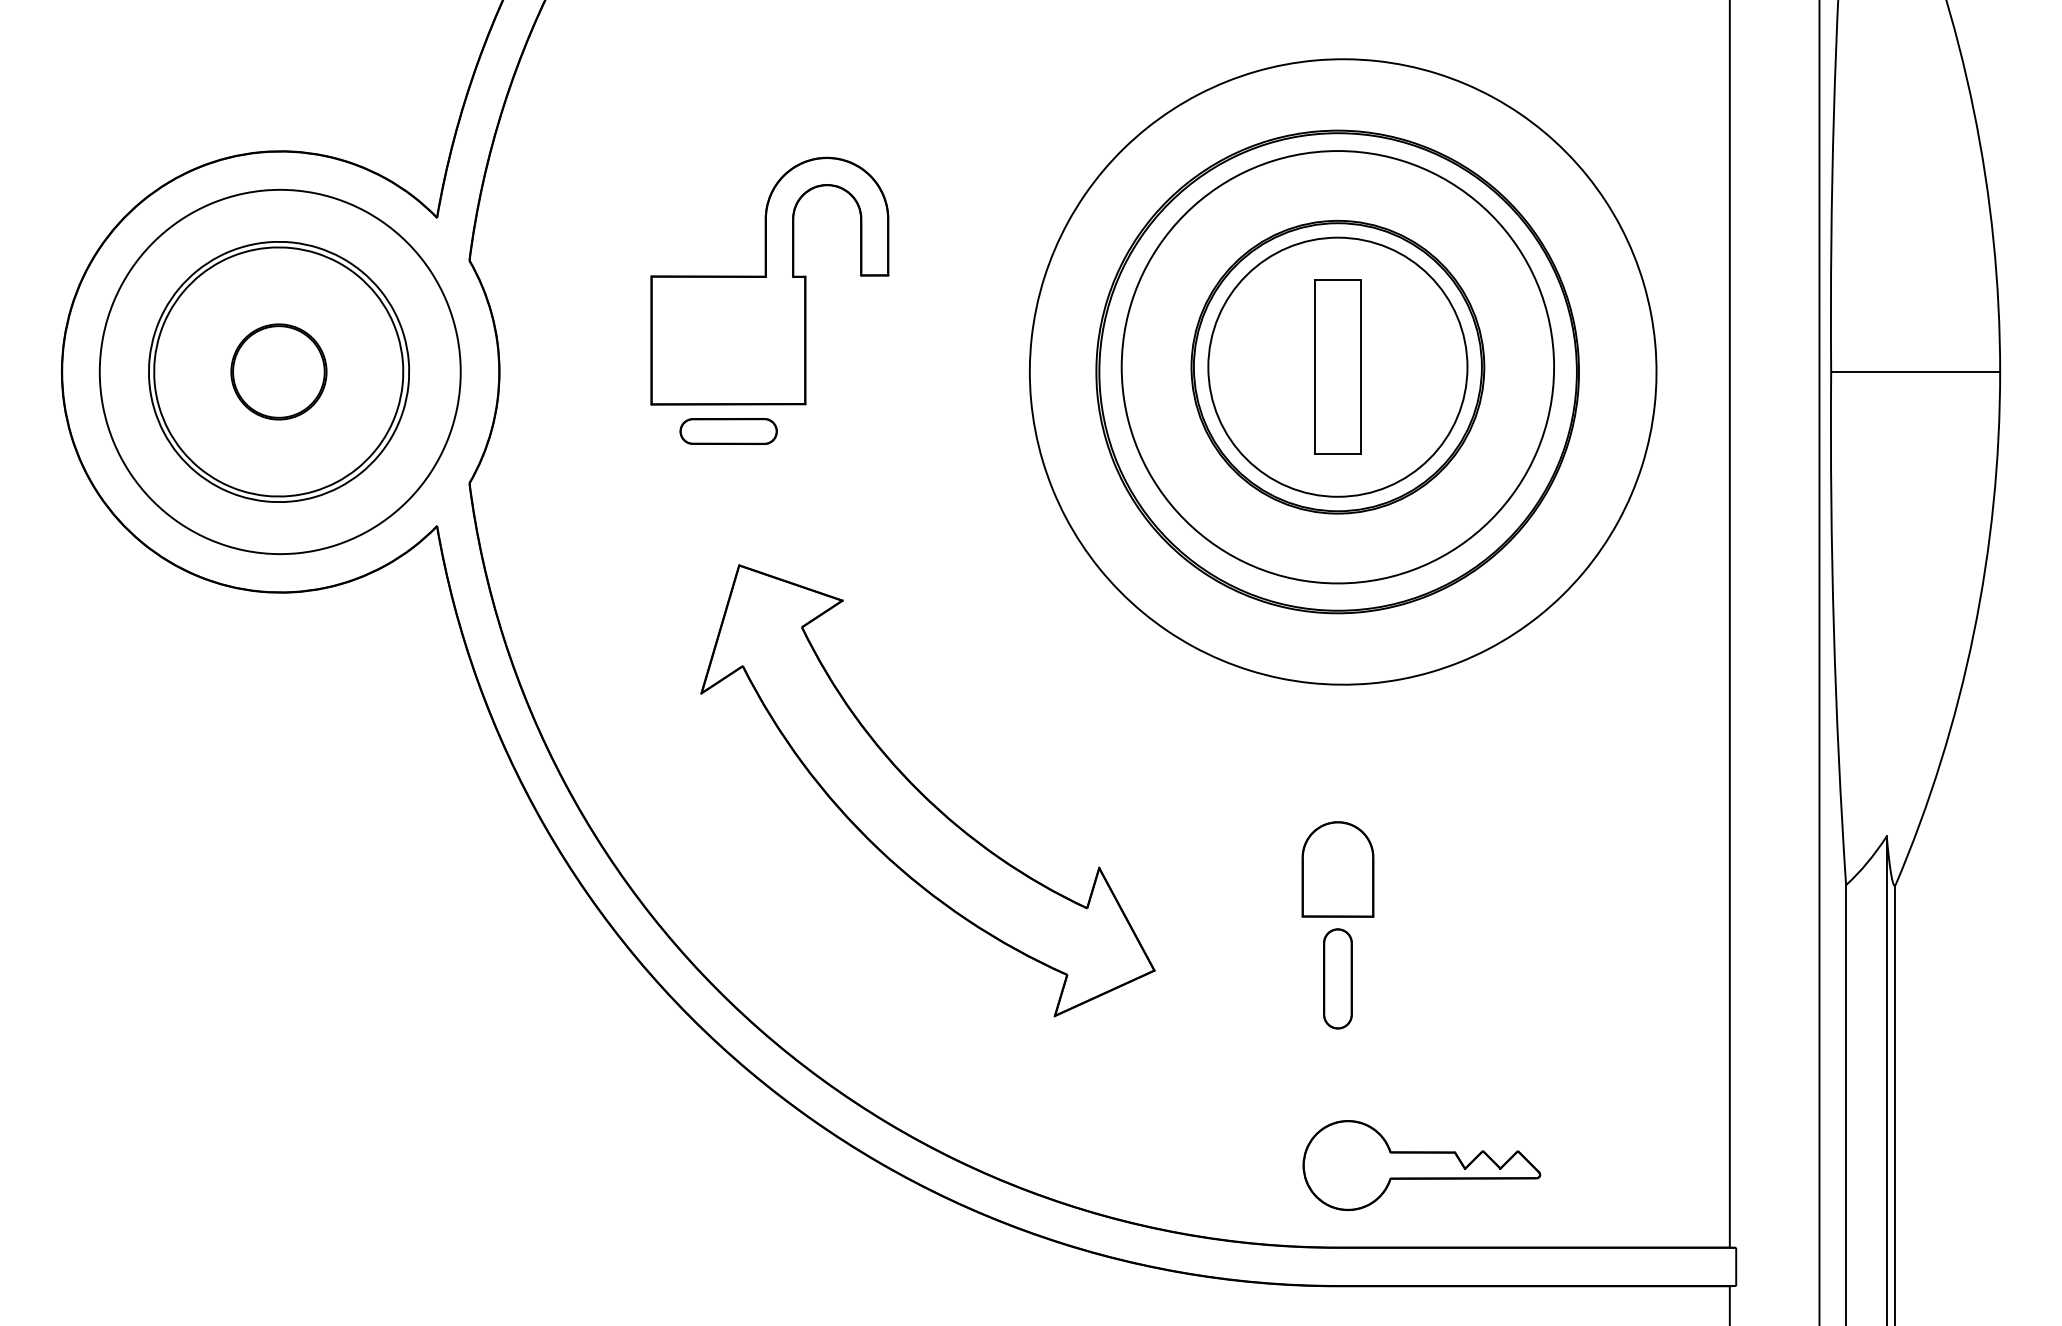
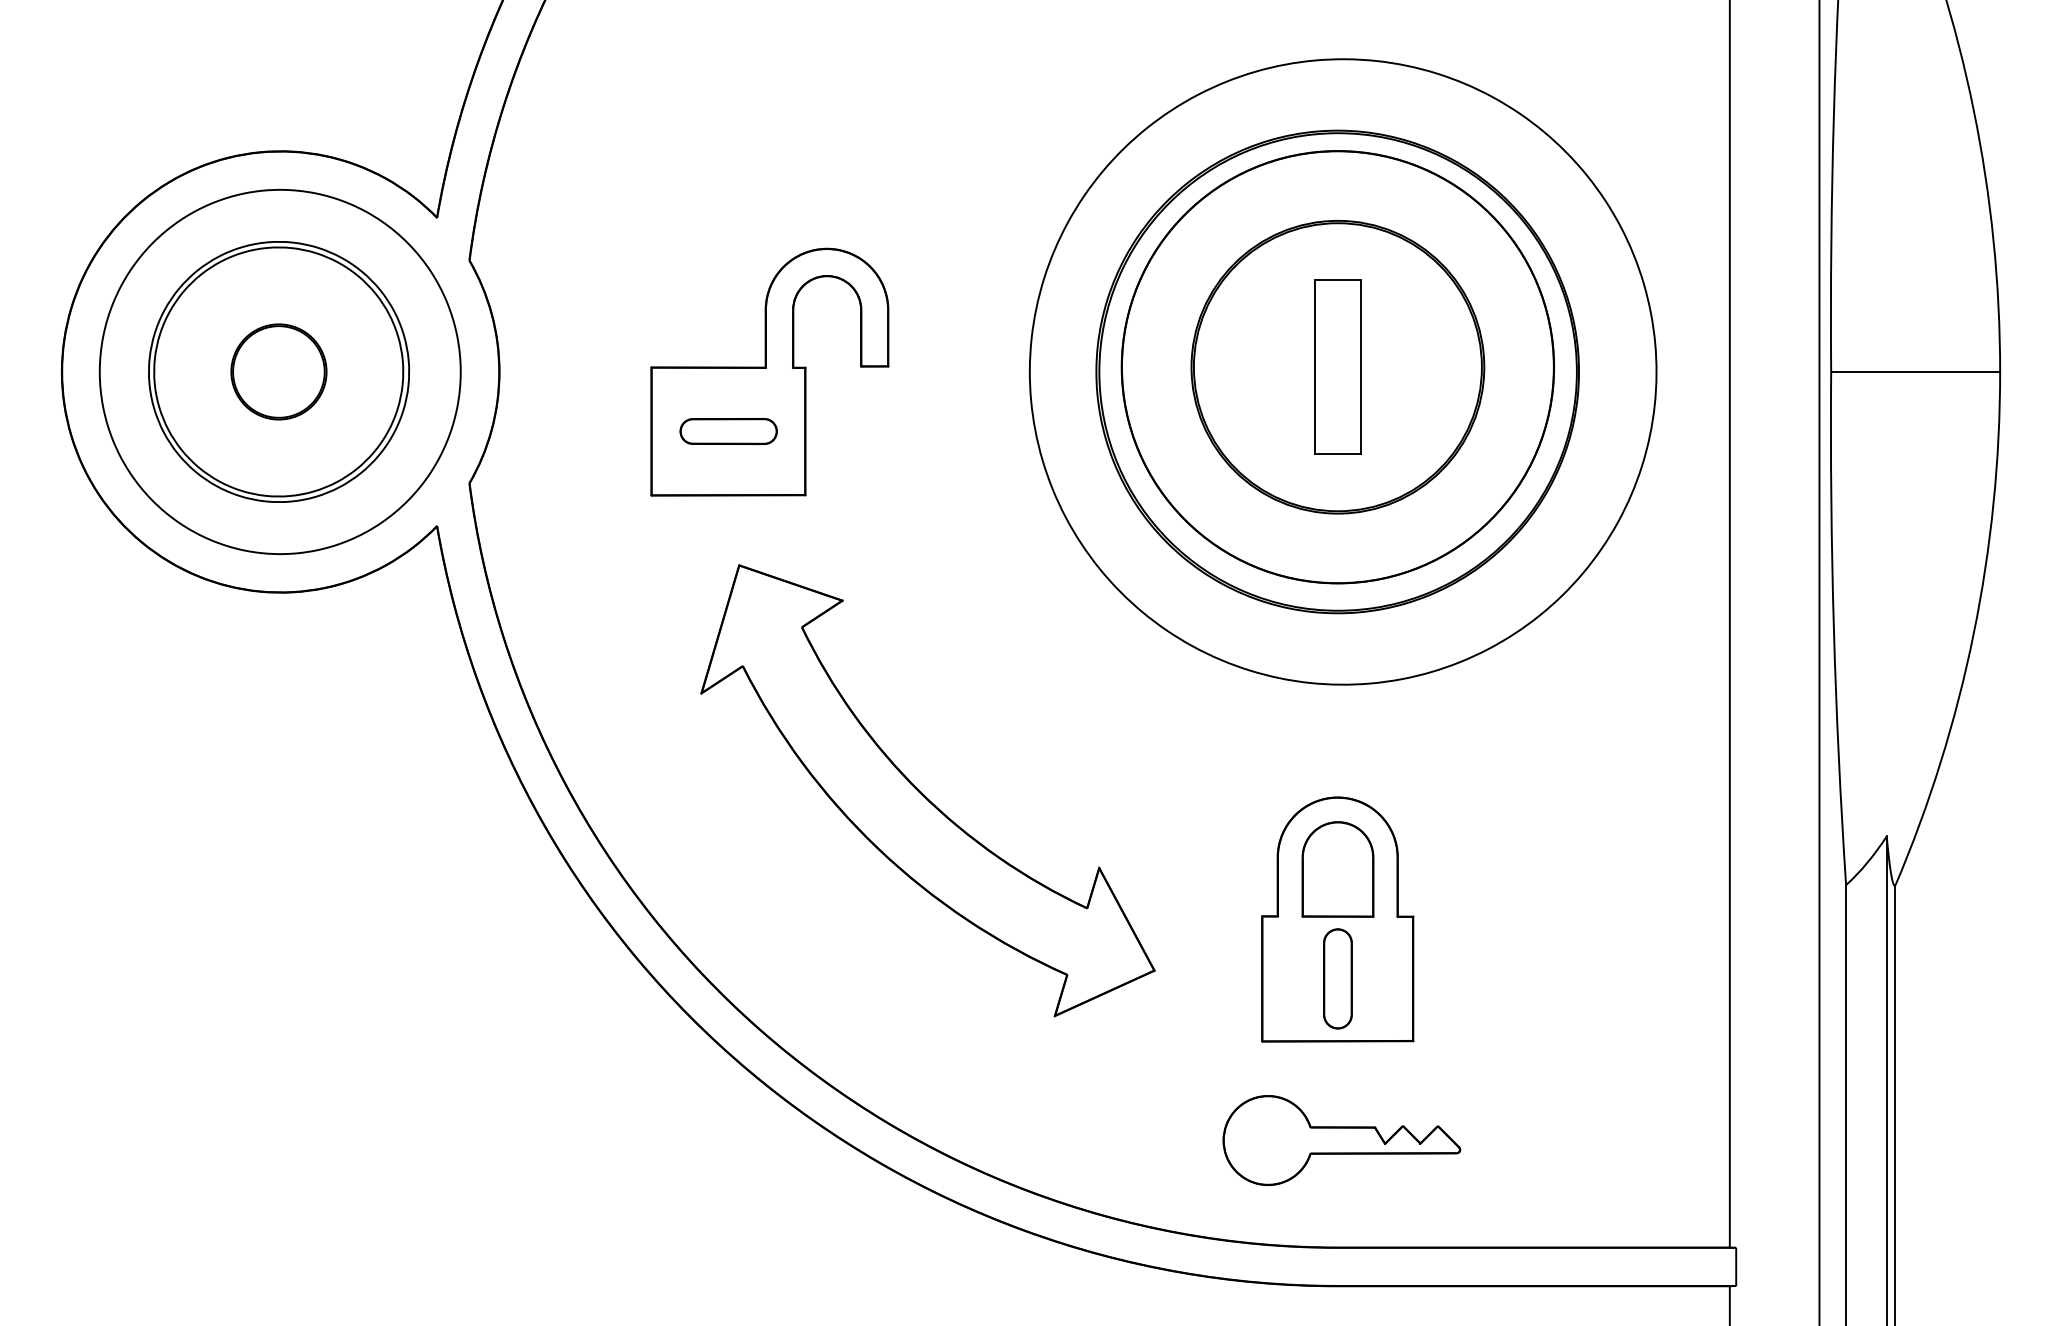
part at (769, 280) position: (769, 280) -> (769, 371)
circle at (1337, 366) diameter: 259 px -> 432 px
part at (1337, 919): none -> present
part at (1421, 1165) position: (1421, 1165) -> (1341, 1140)
